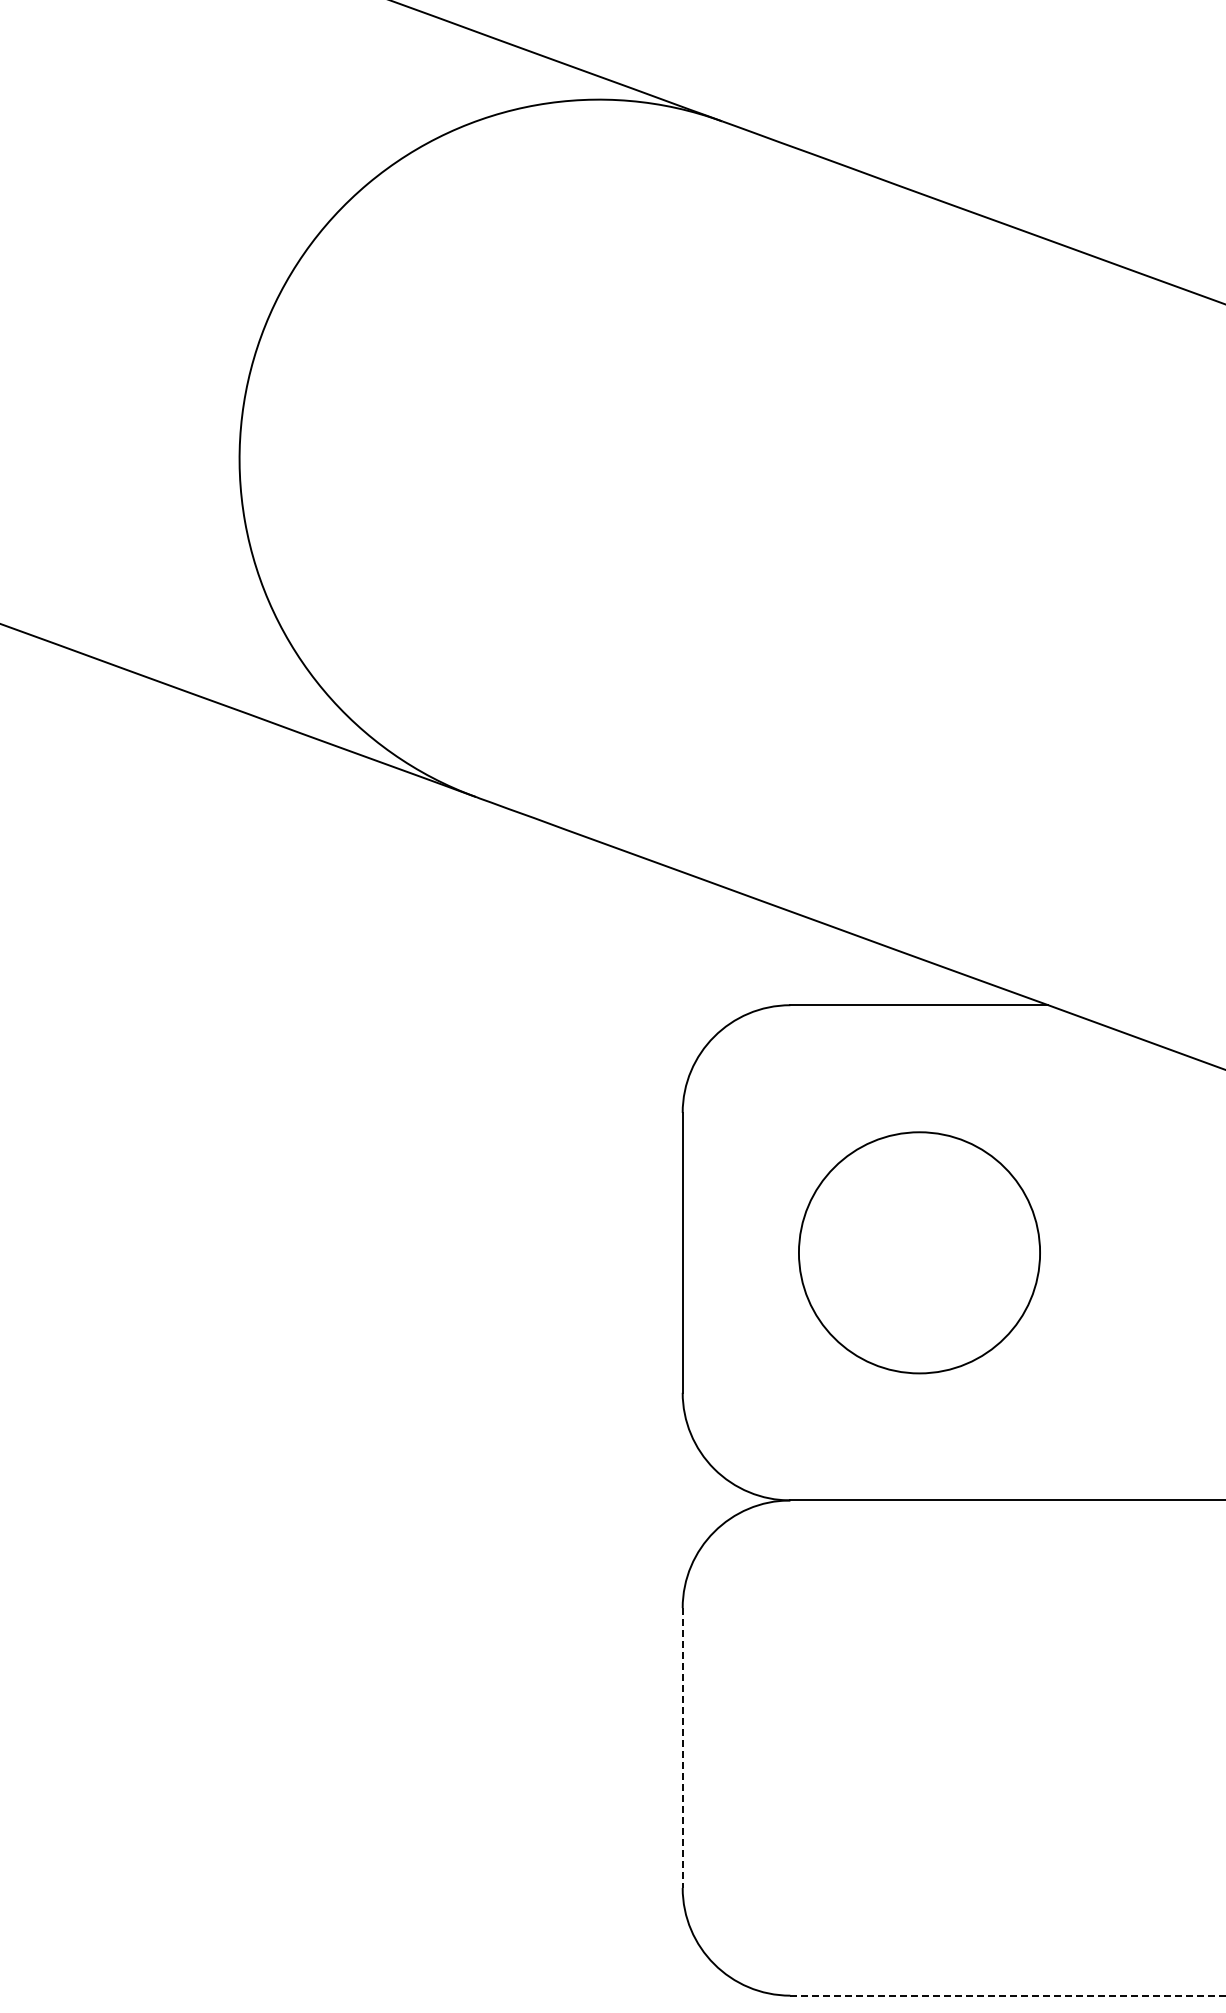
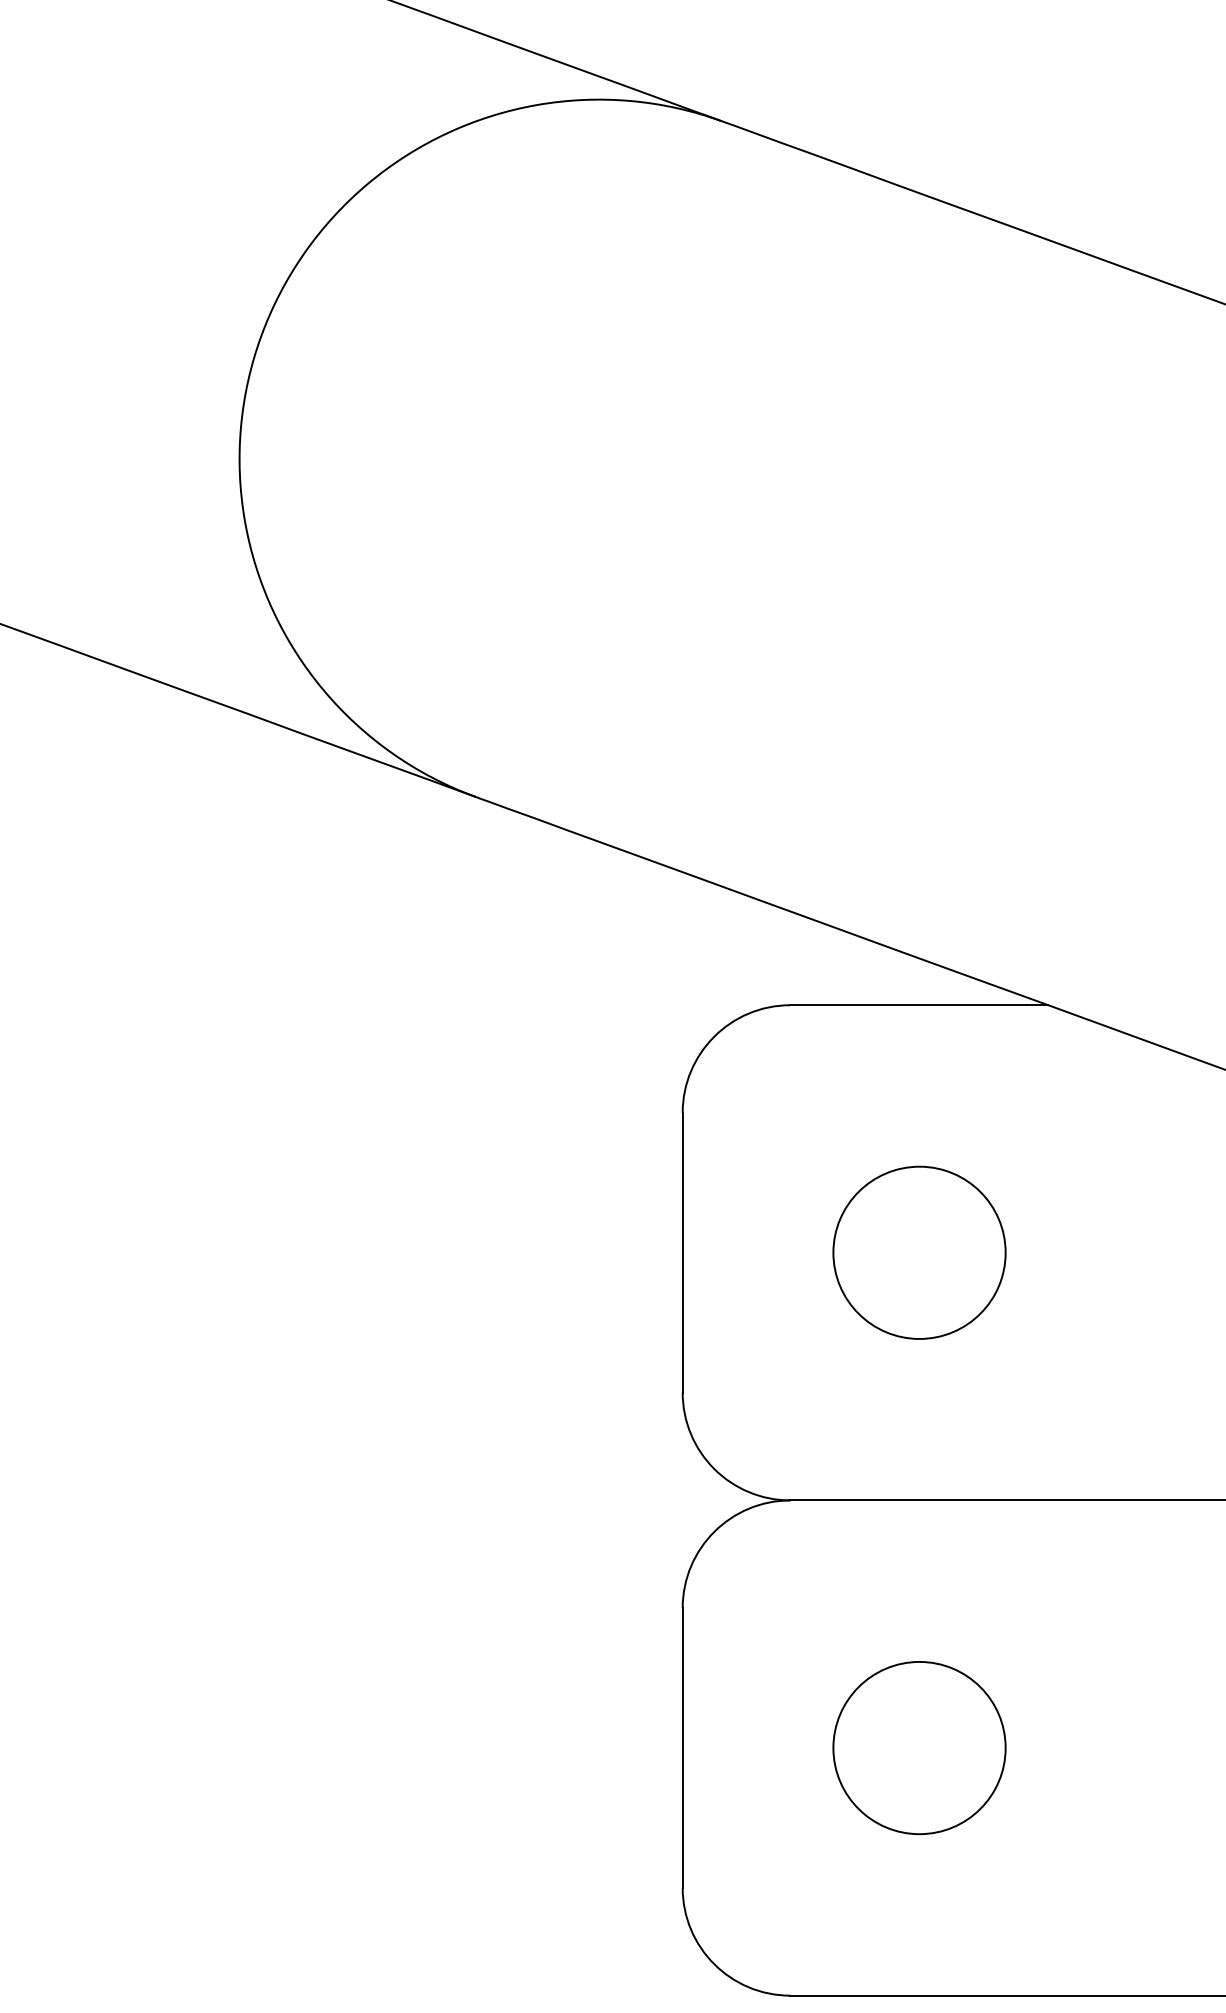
circle at (919, 1252) diameter: 241 px -> 172 px
line at (682, 1748): dashed -> solid
circle at (919, 1748): none -> present
line at (1008, 1995): dashed -> solid
